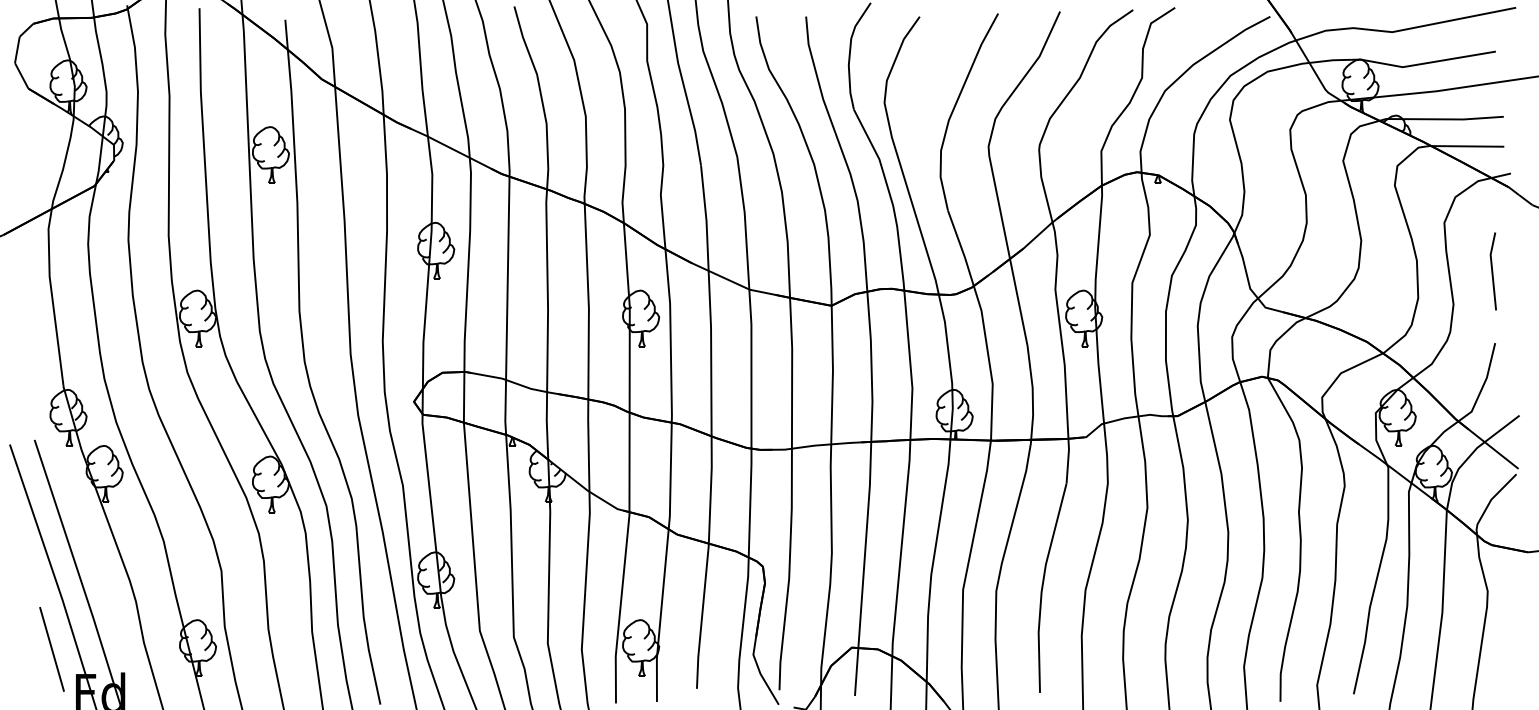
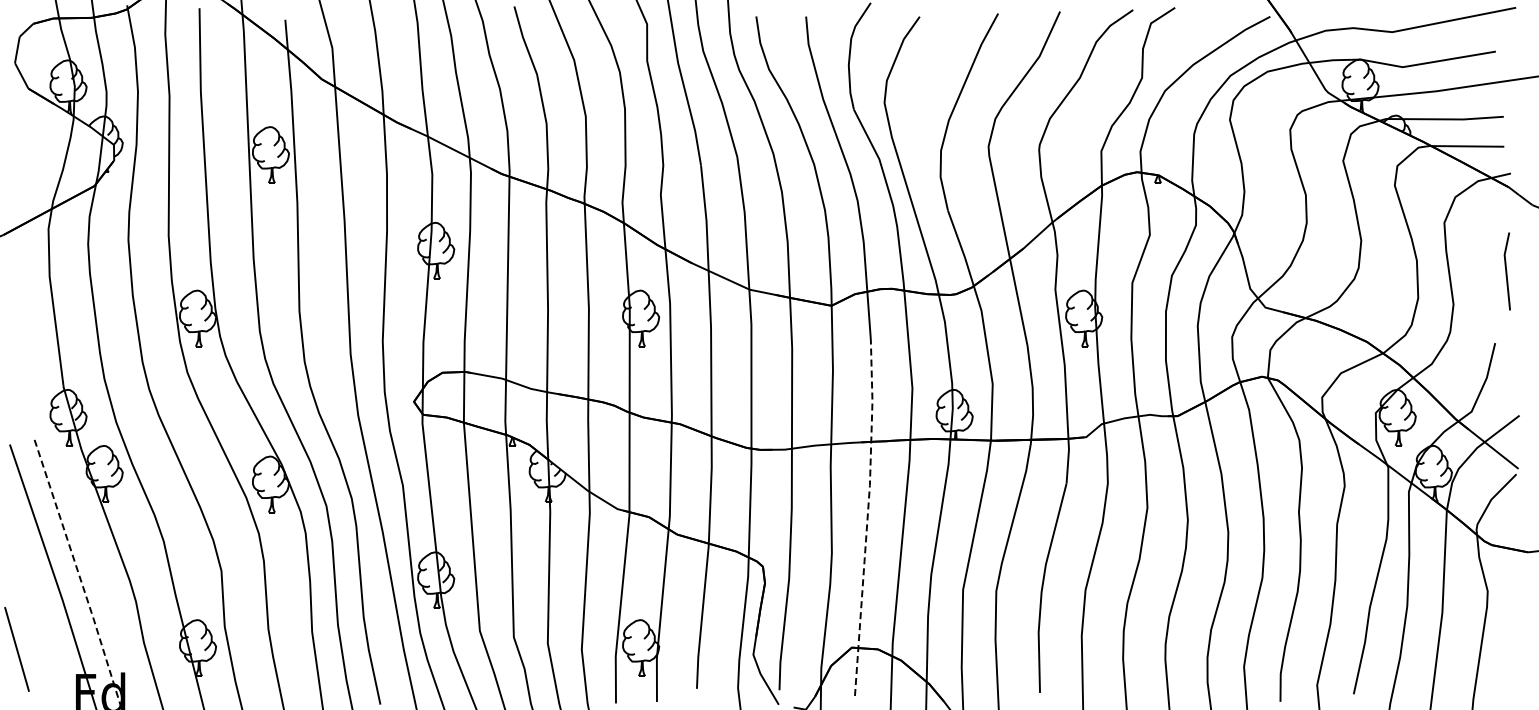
line at (1492, 271) position: (1492, 271) -> (1506, 271)
line at (867, 517): solid -> dashed
line at (79, 575): solid -> dashed
line at (51, 649) position: (51, 649) -> (16, 649)
